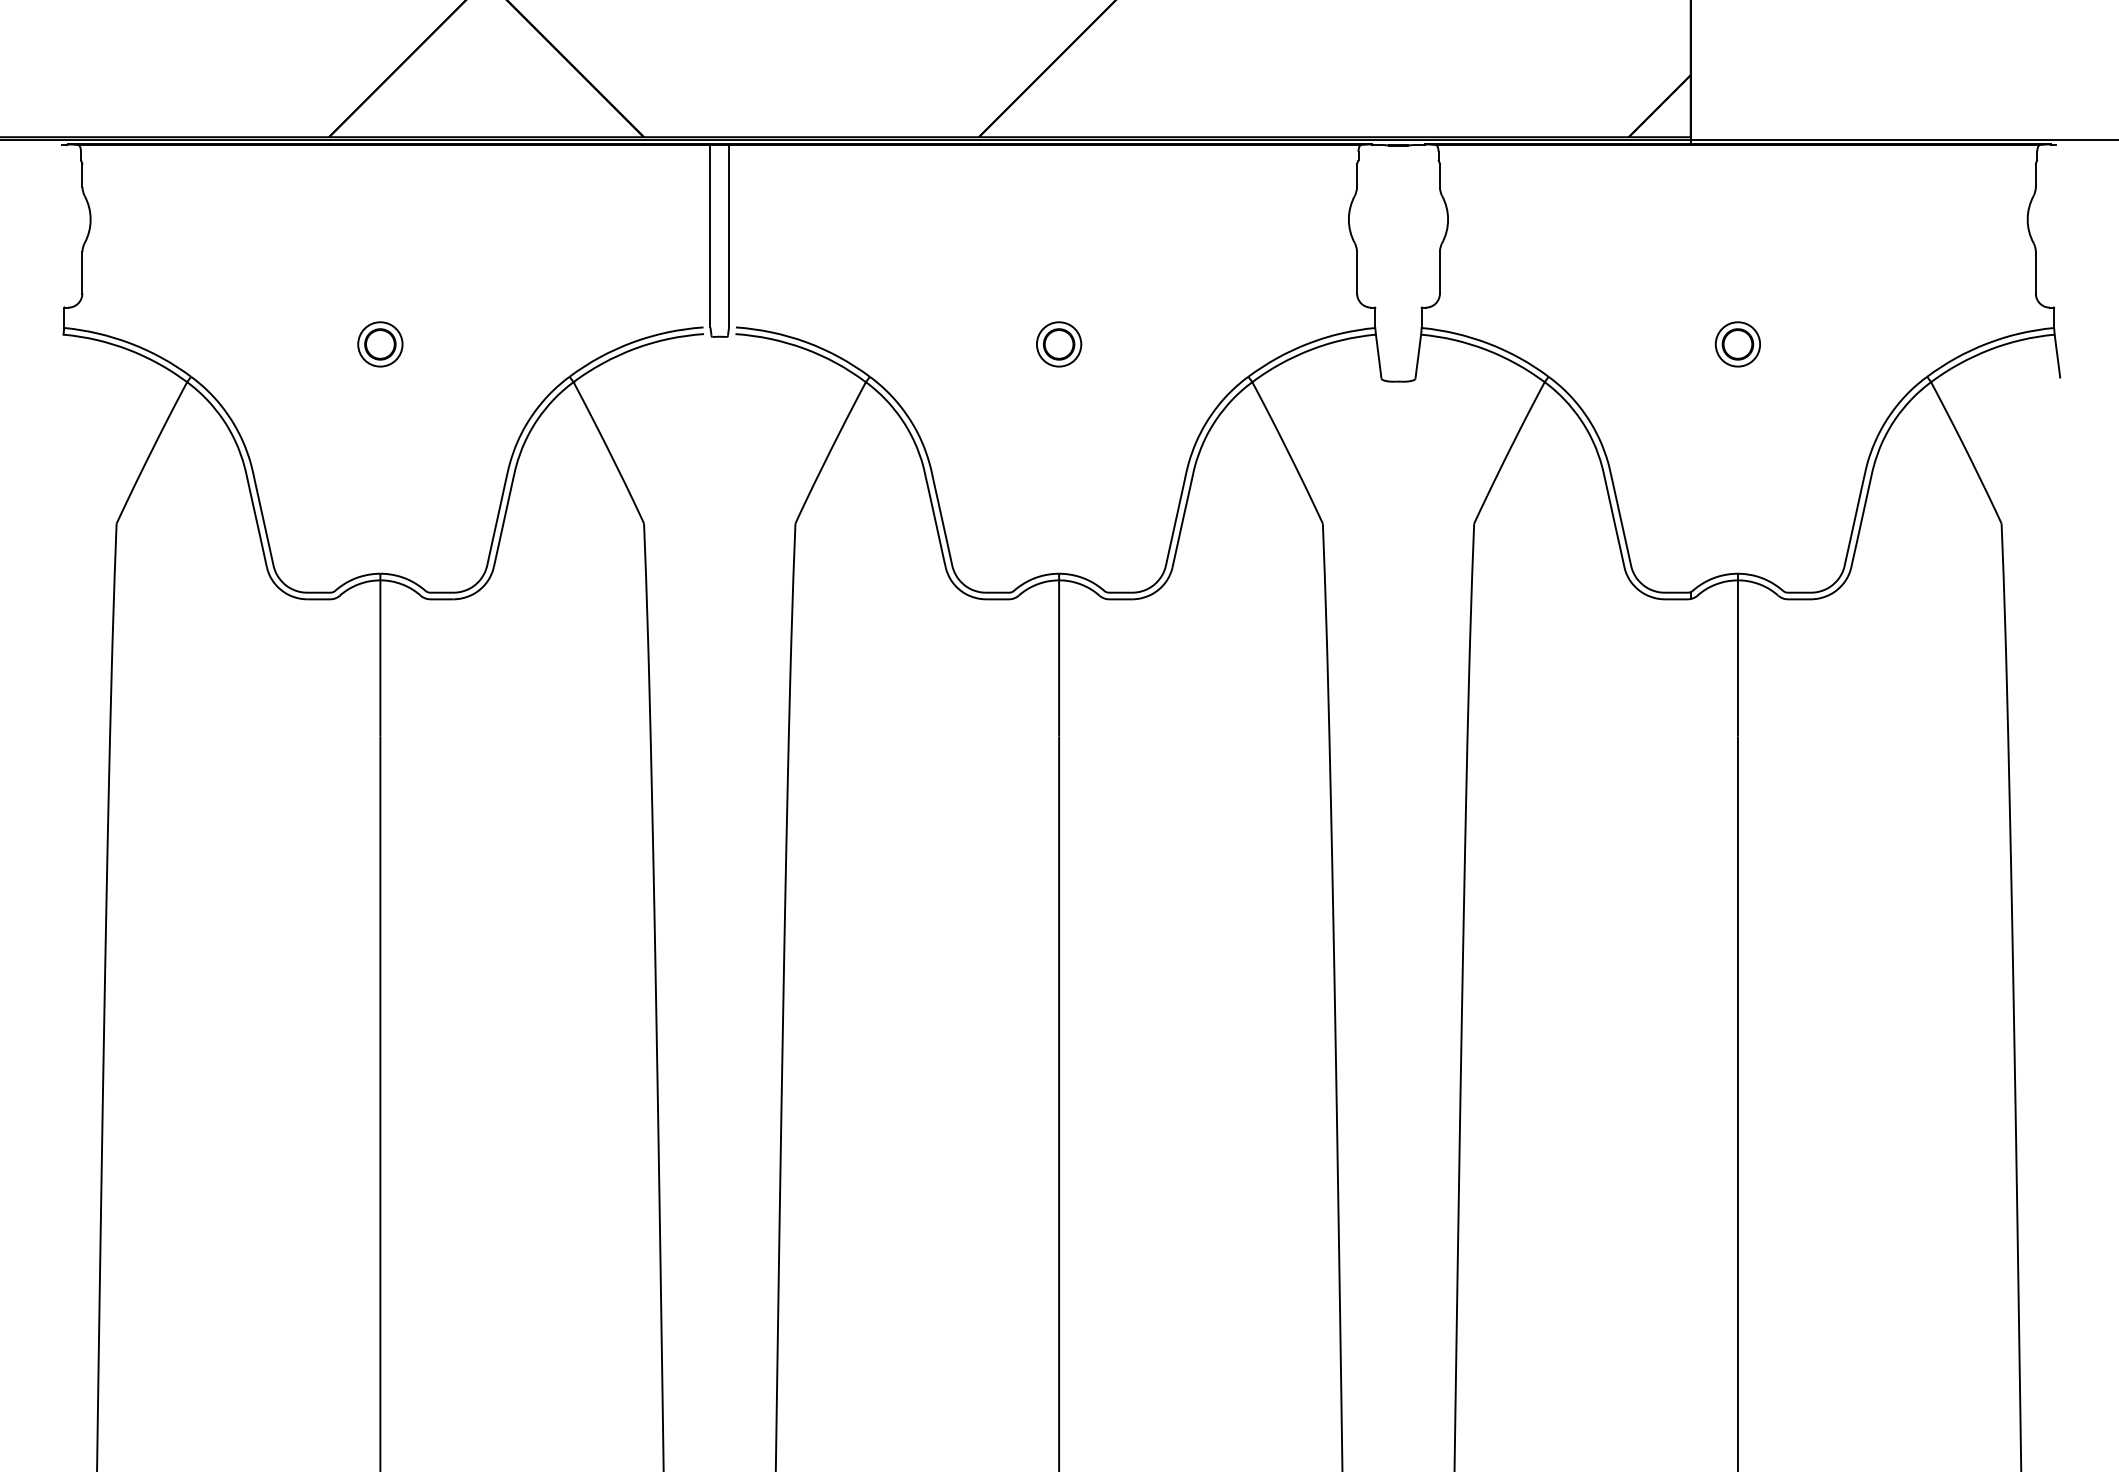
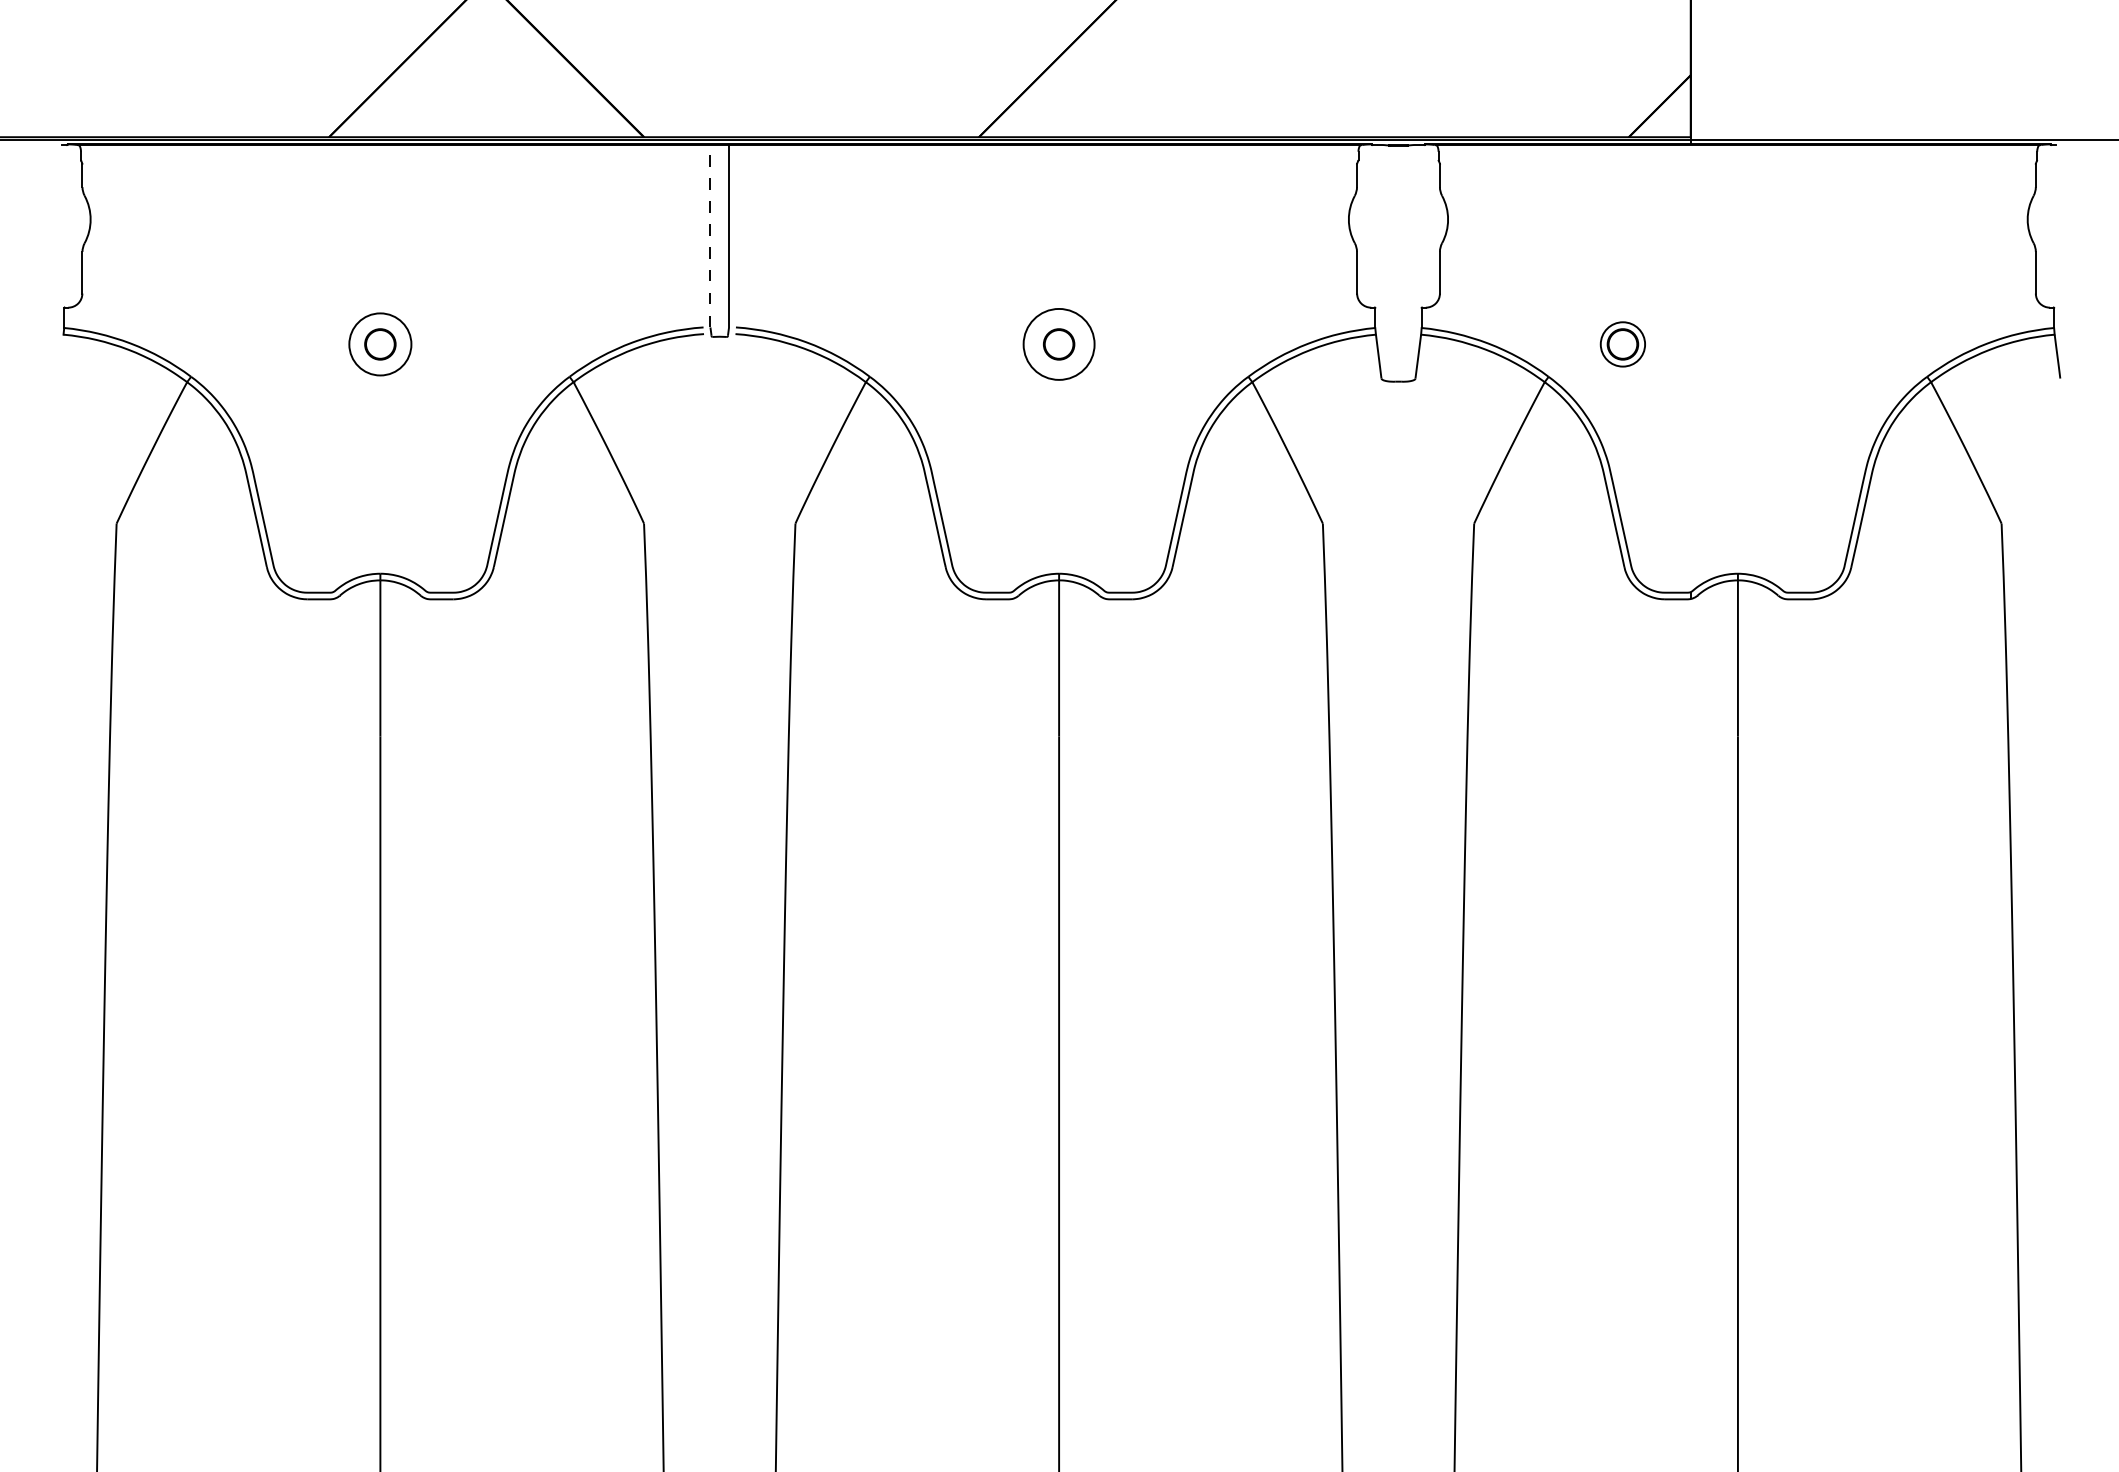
line at (710, 236): solid -> dashed
circle at (380, 344) diameter: 44 px -> 62 px
circle at (1058, 344) diameter: 44 px -> 71 px
part at (1737, 344) position: (1737, 344) -> (1622, 344)
